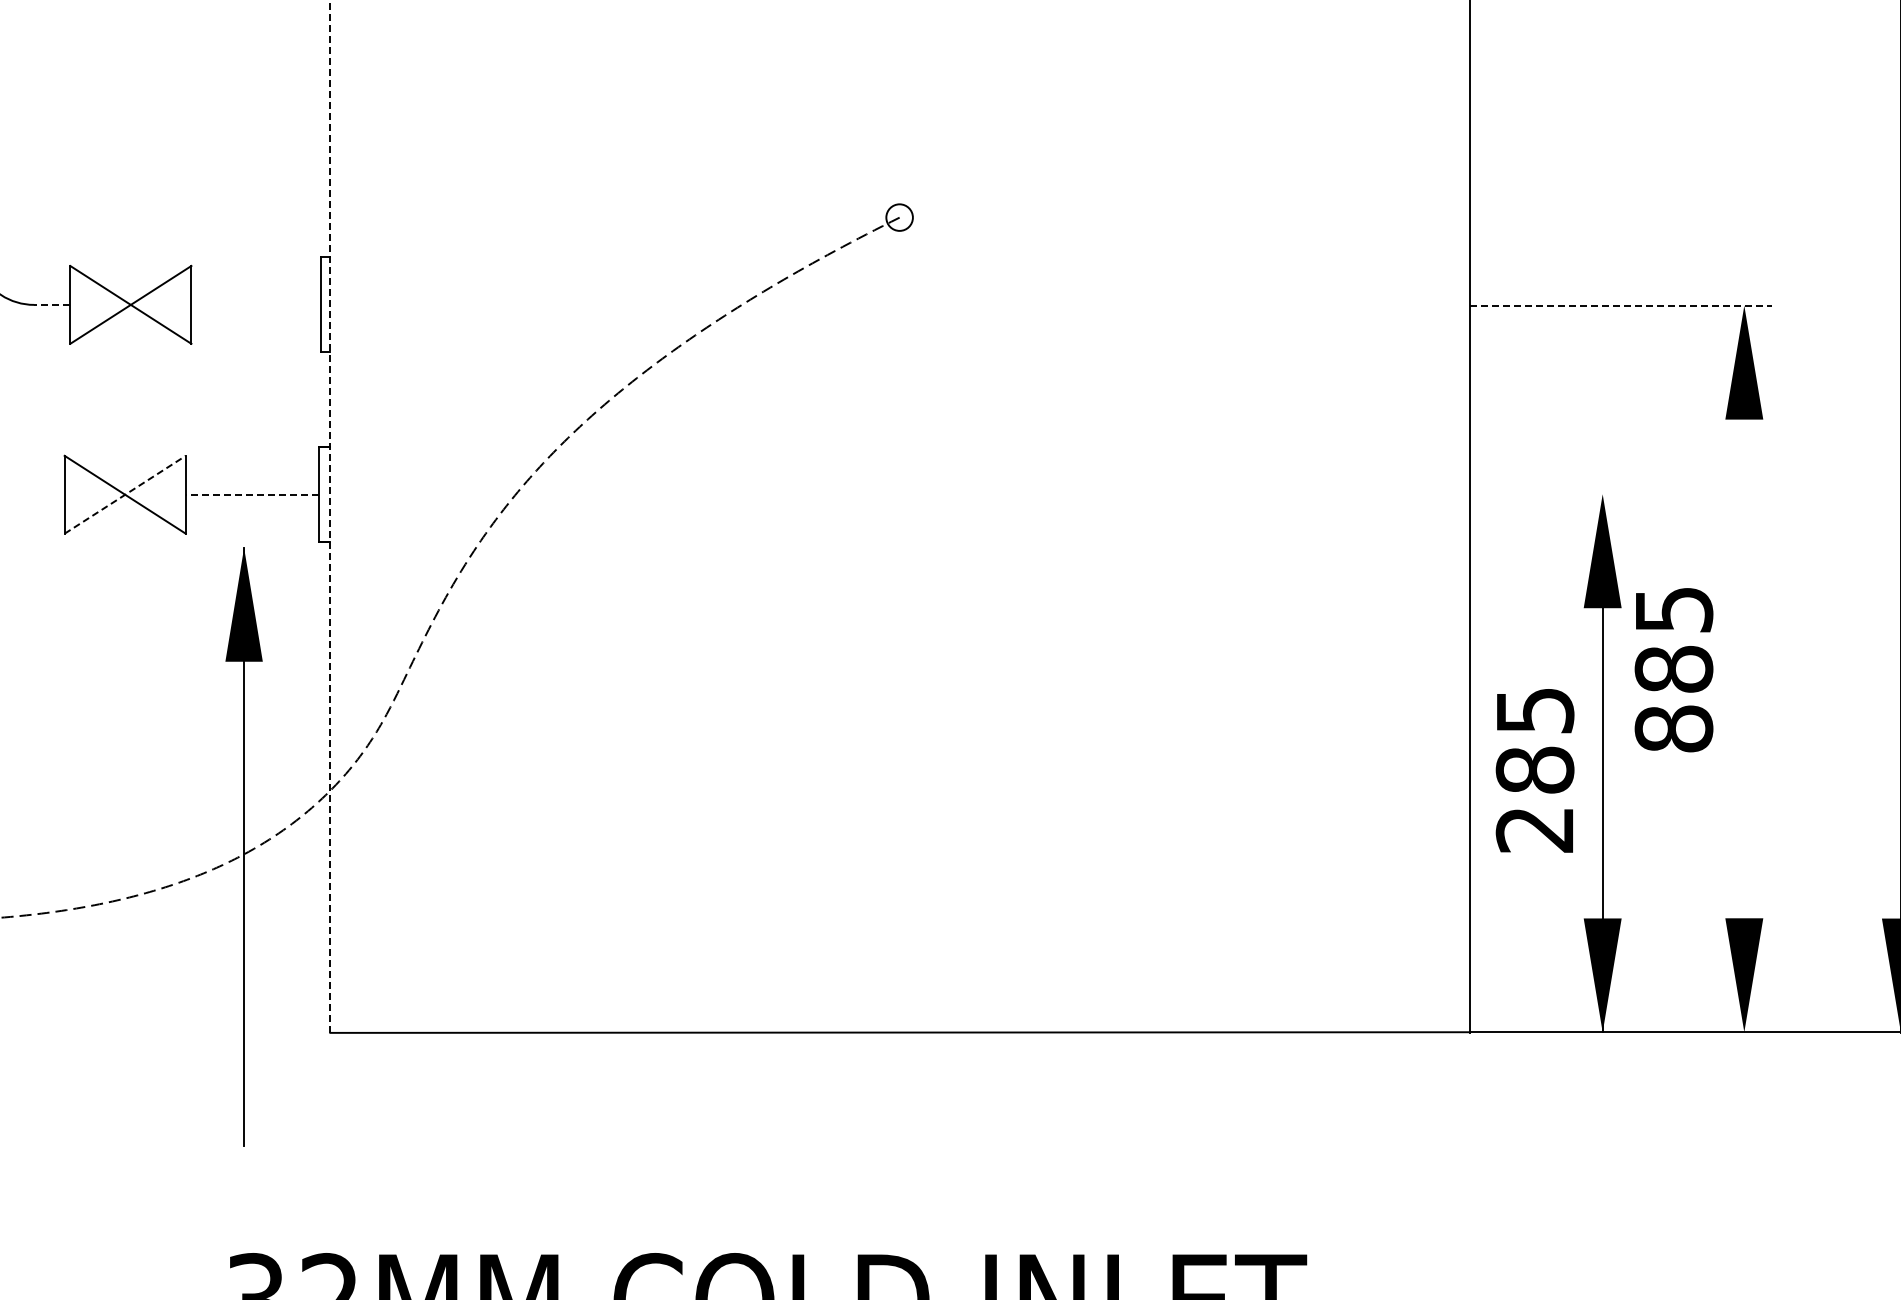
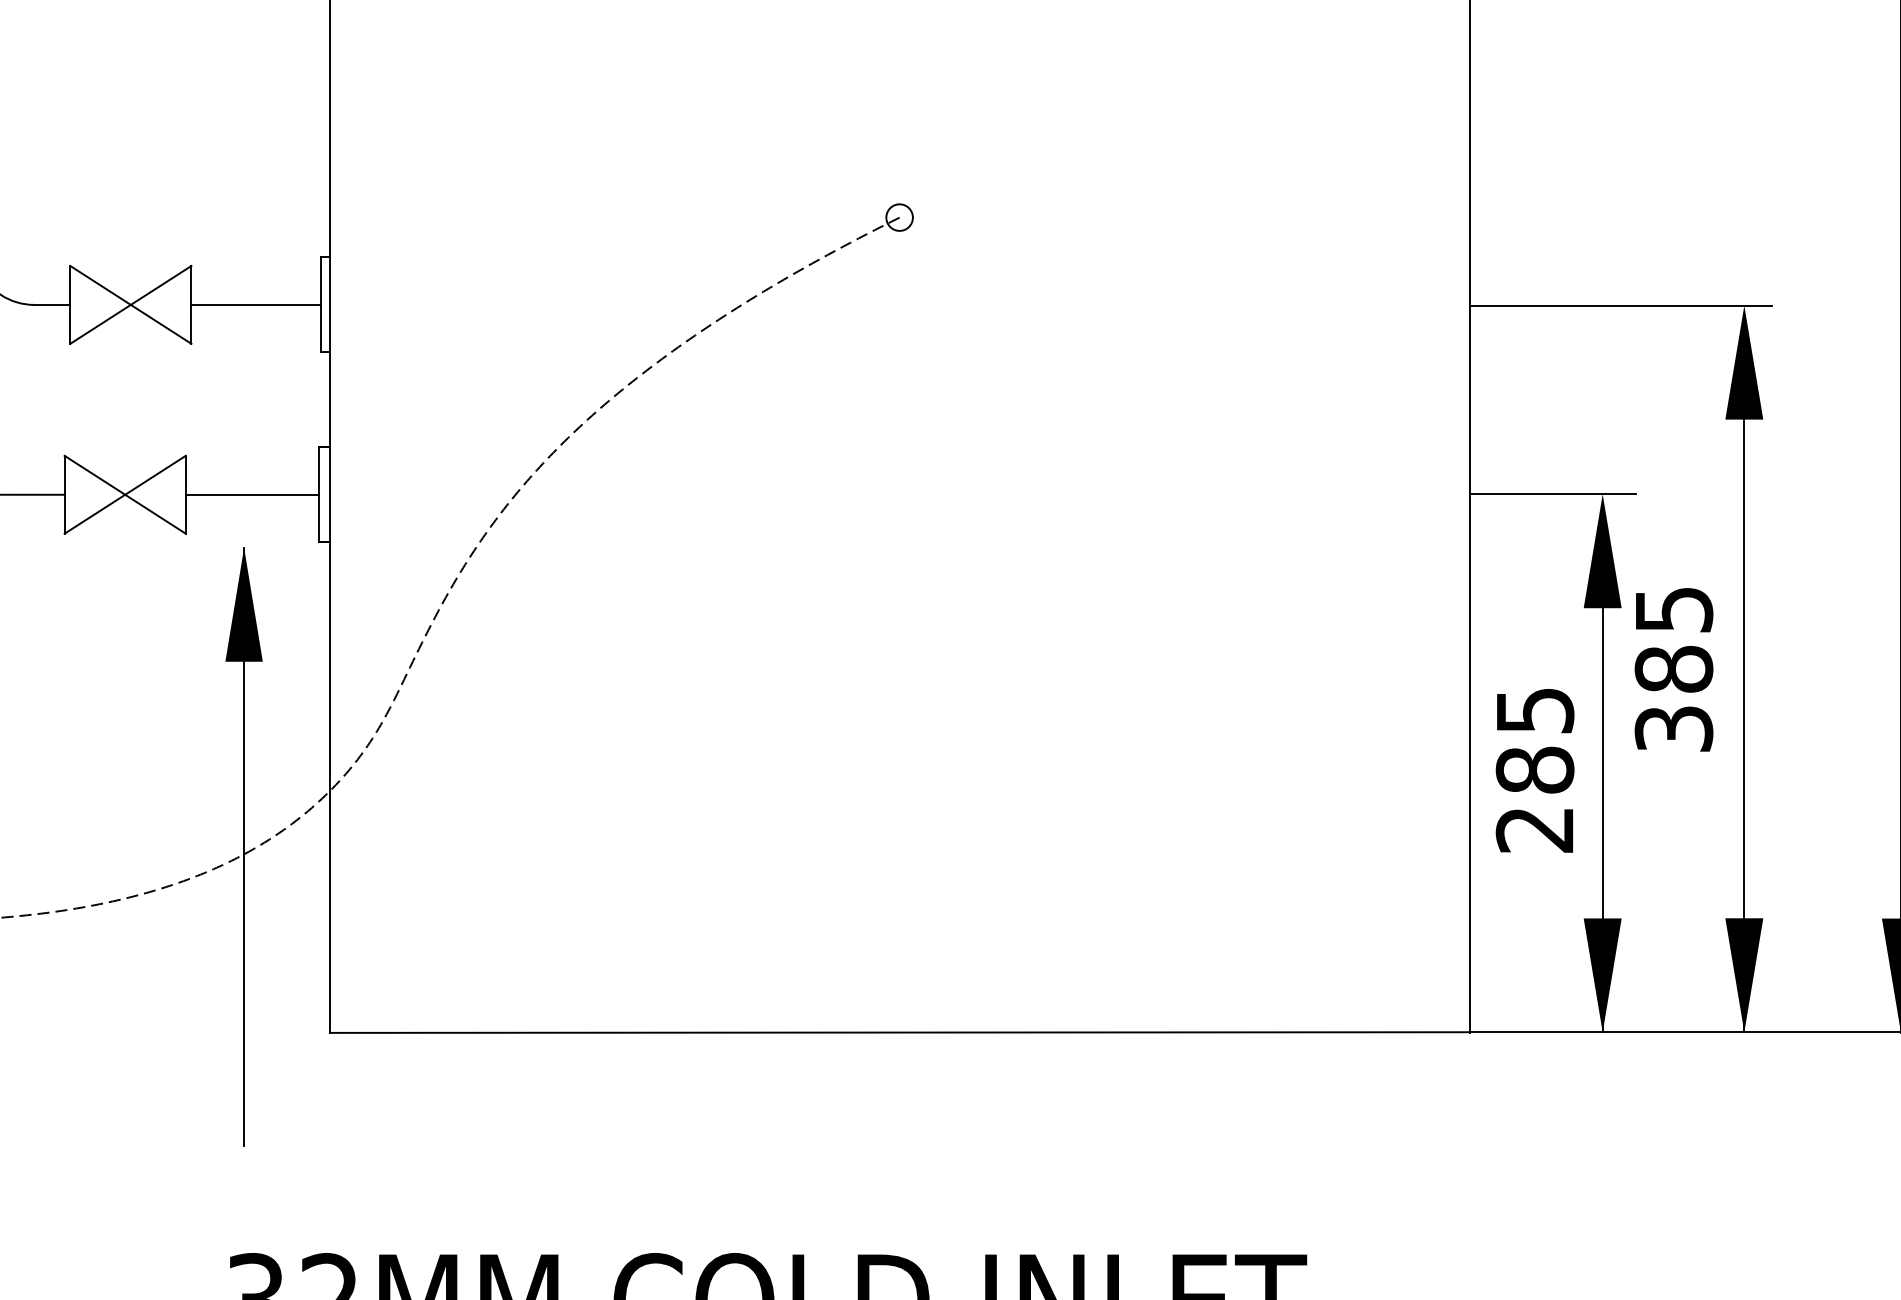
line at (51, 304): dashed -> solid
line at (255, 304): none -> present
line at (1621, 305): dashed -> solid
line at (33, 494): none -> present
line at (125, 494): dashed -> solid
line at (252, 494): dashed -> solid
line at (1552, 494): none -> present
line at (330, 515): dashed -> solid
line at (1744, 725): none -> present
text at (1673, 728): 885 -> 385
